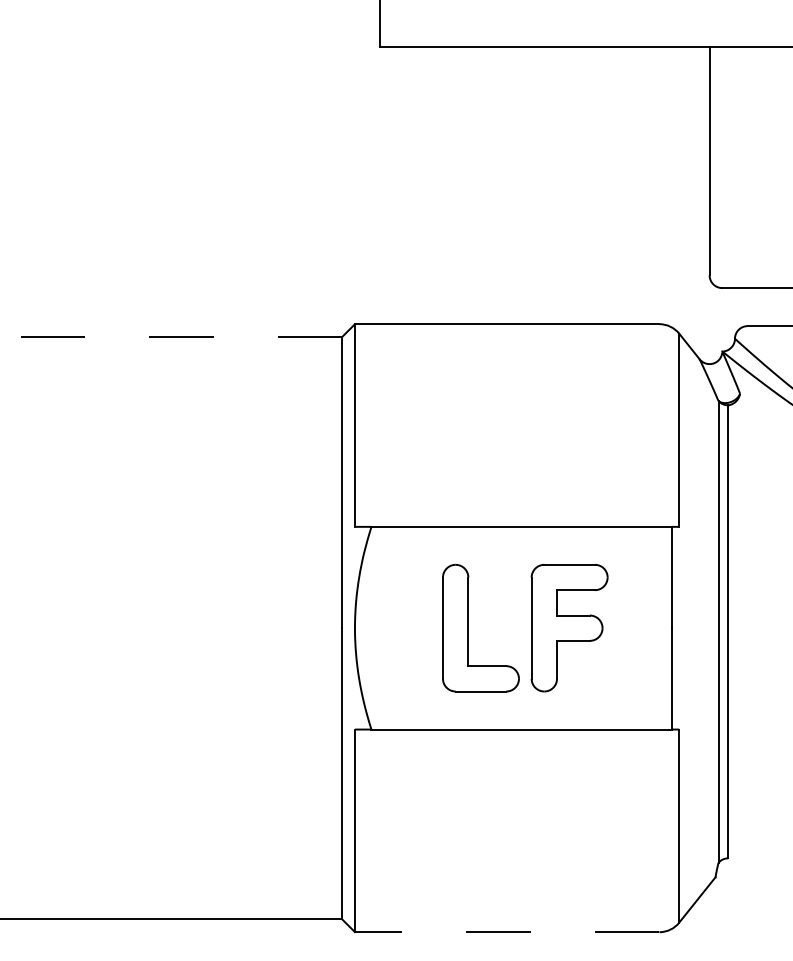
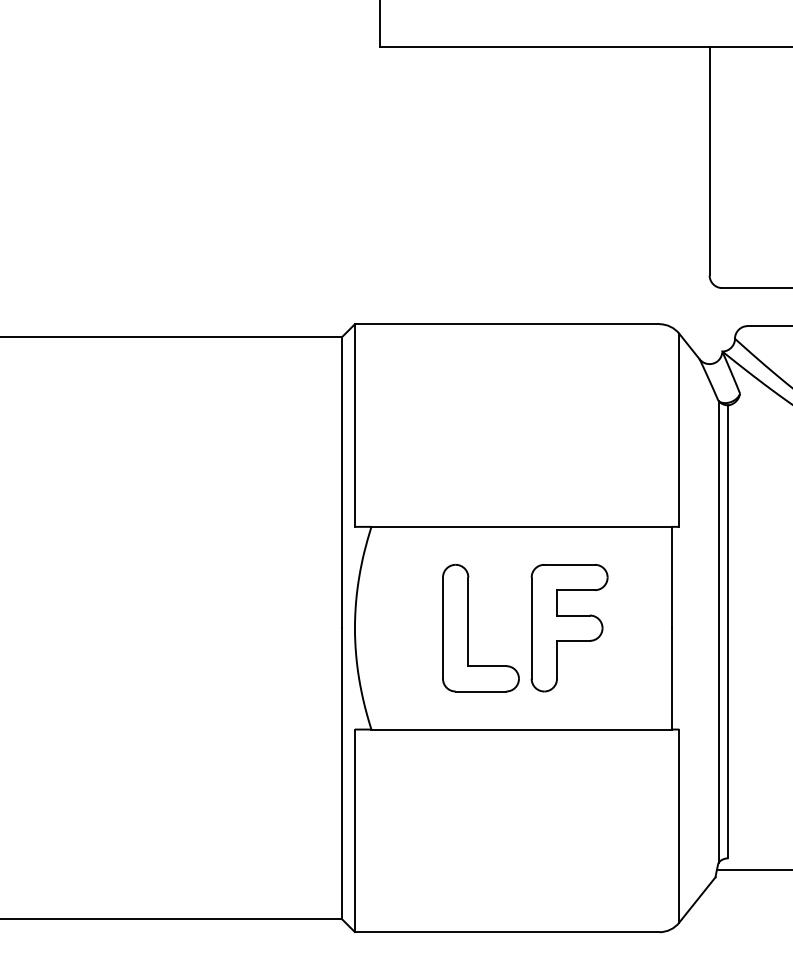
line at (171, 336): dashed -> solid
line at (752, 870): none -> present
line at (506, 932): dashed -> solid
